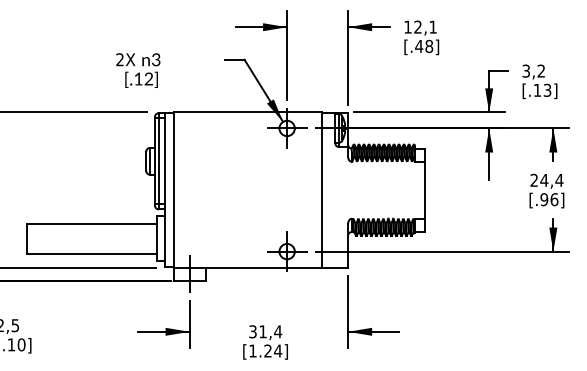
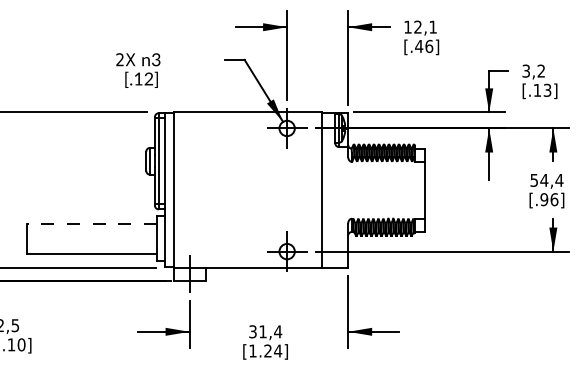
text at (429, 45): [.48] -> [.46]
text at (533, 179): 24,4 -> 54,4
line at (92, 223): solid -> dashed
